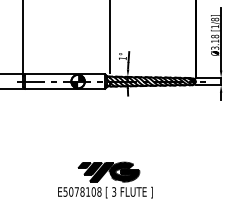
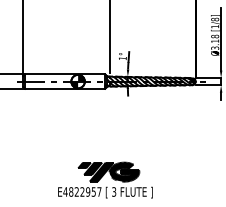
text at (82, 191): E5078108 -> E4822957
